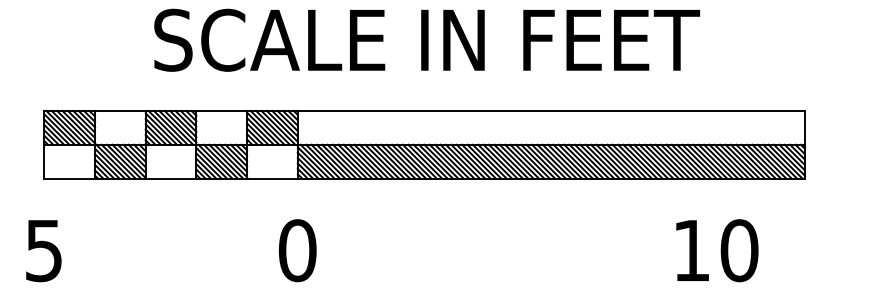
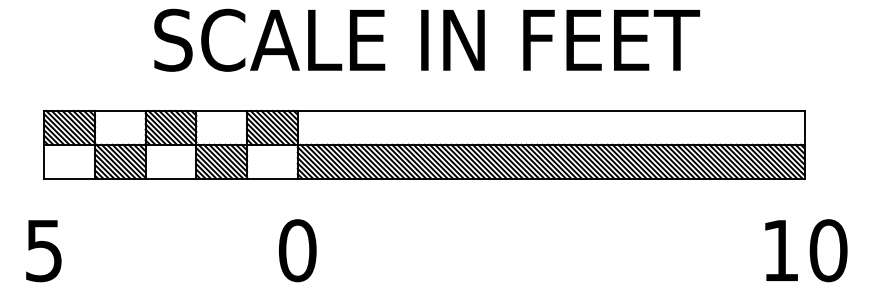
text at (717, 250) position: (717, 250) -> (806, 250)
